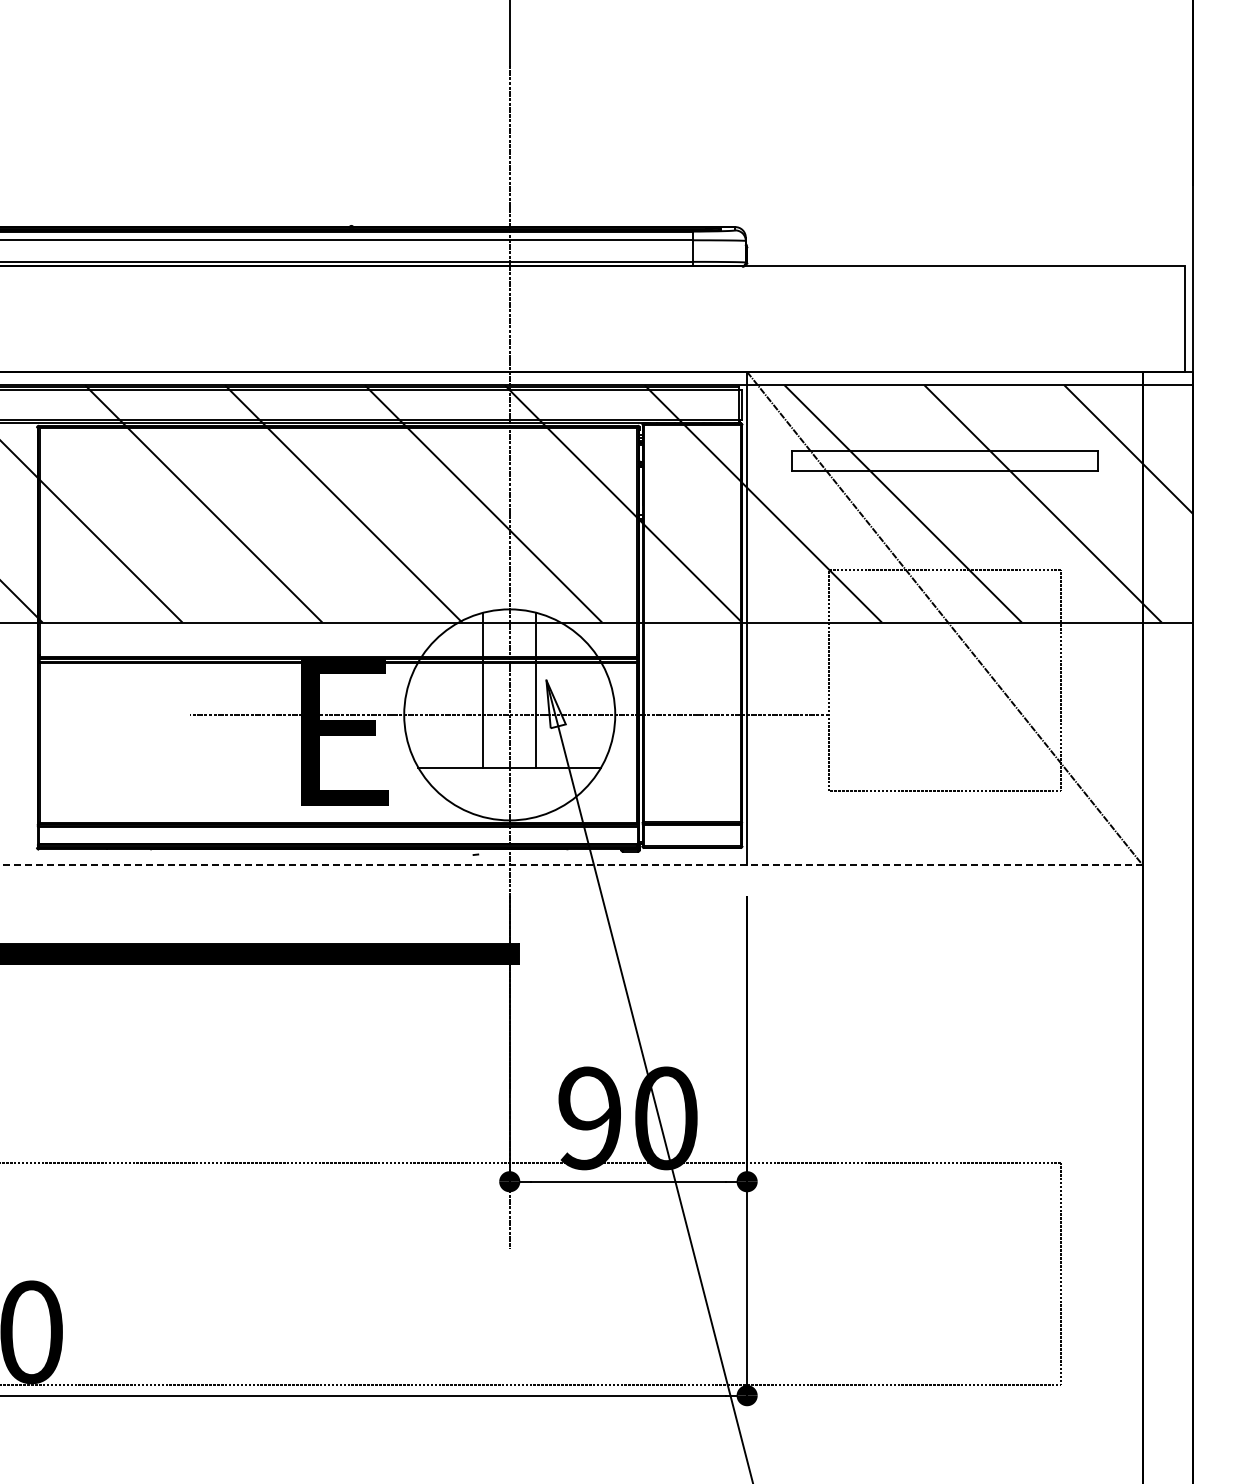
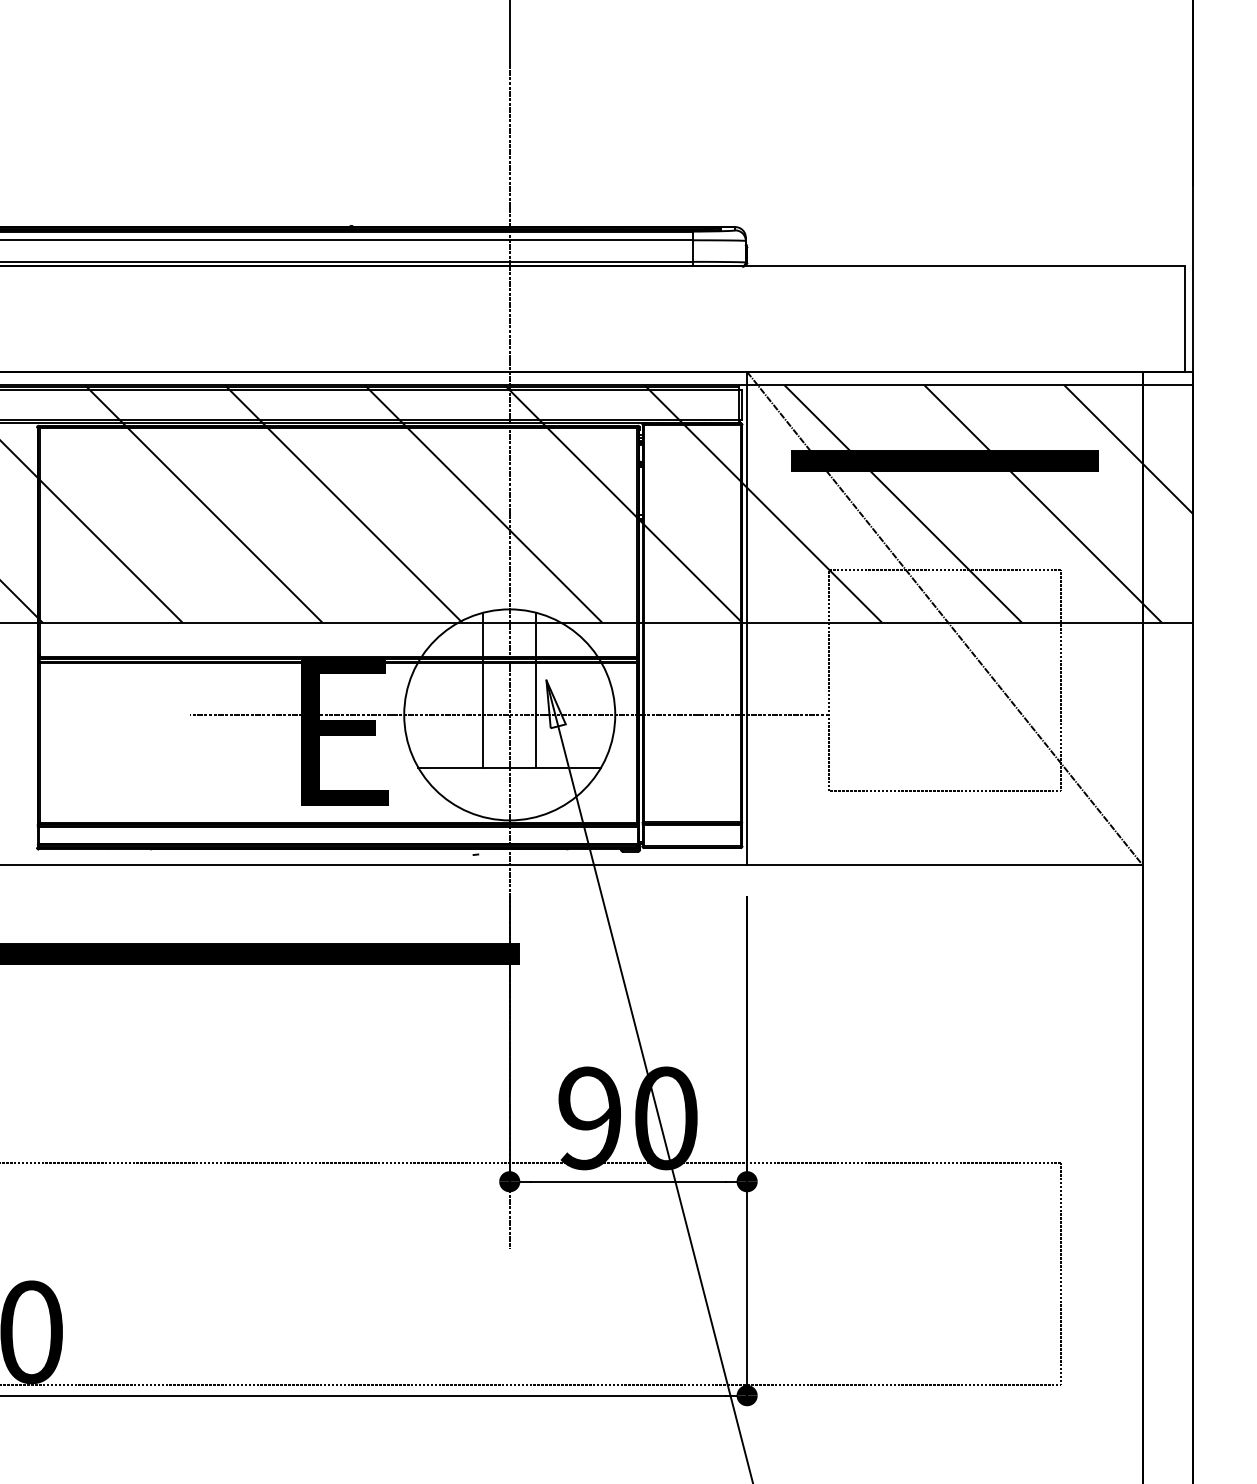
hatch at (944, 460): none -> present
line at (571, 865): dashed -> solid
